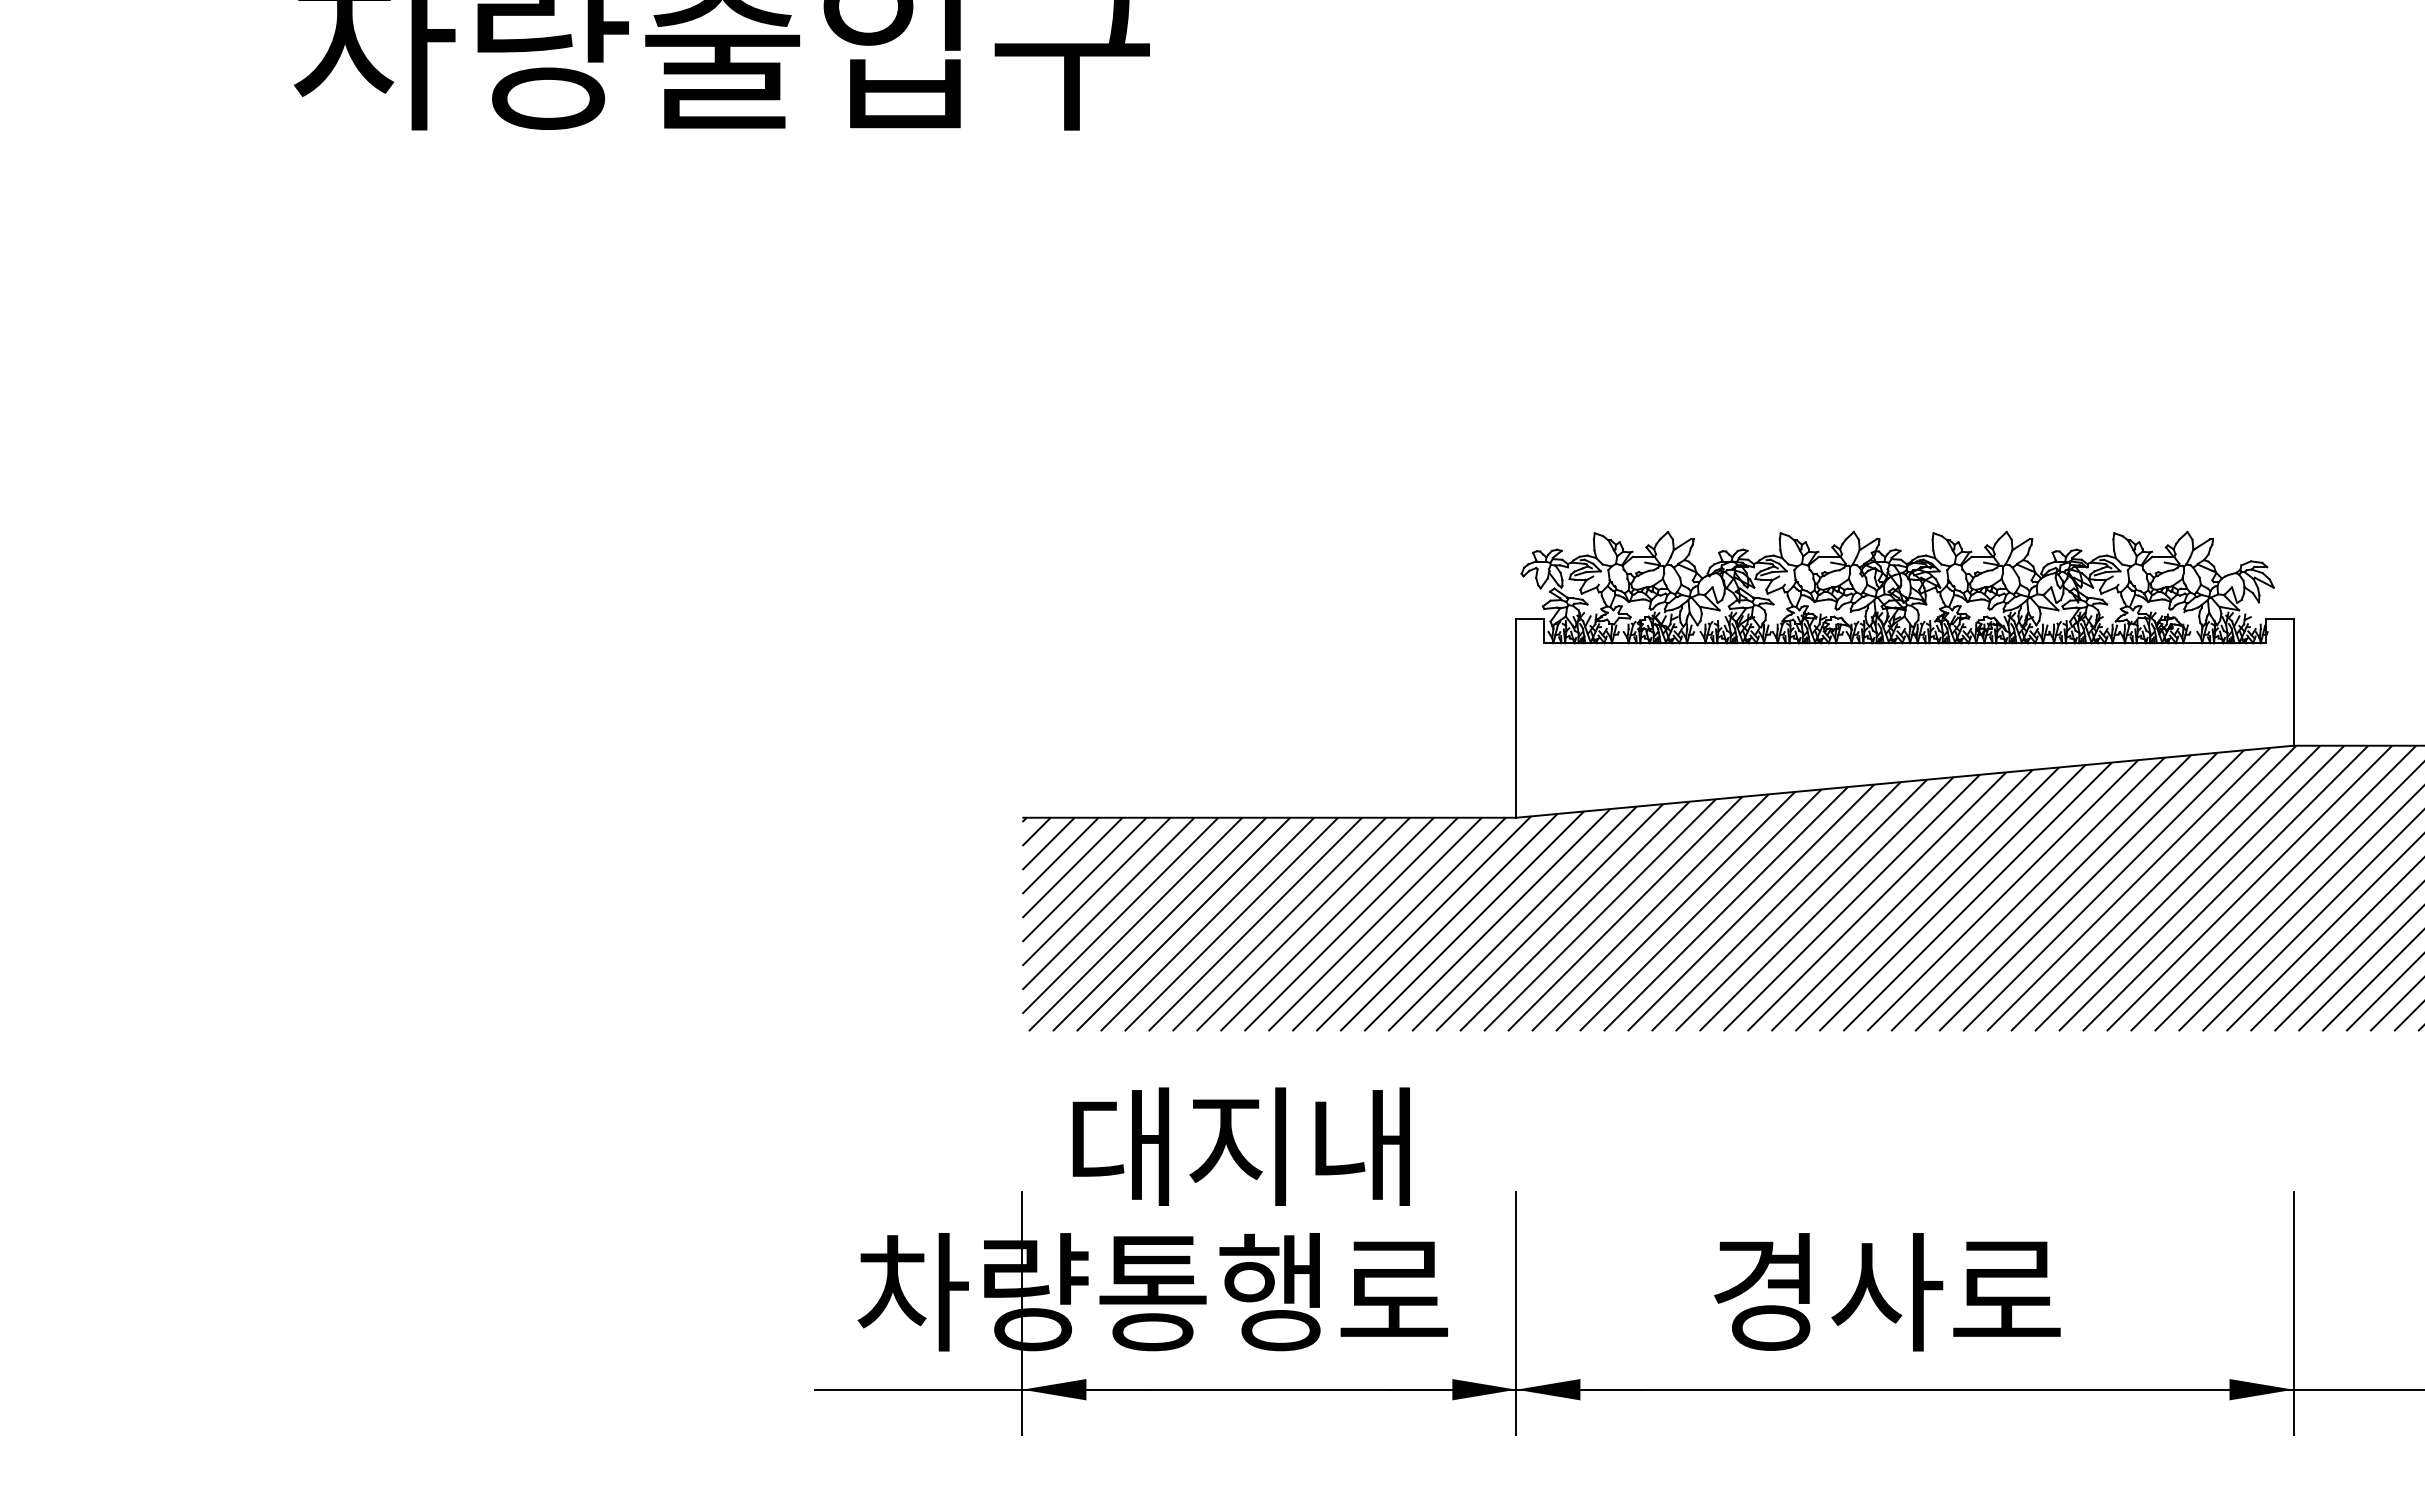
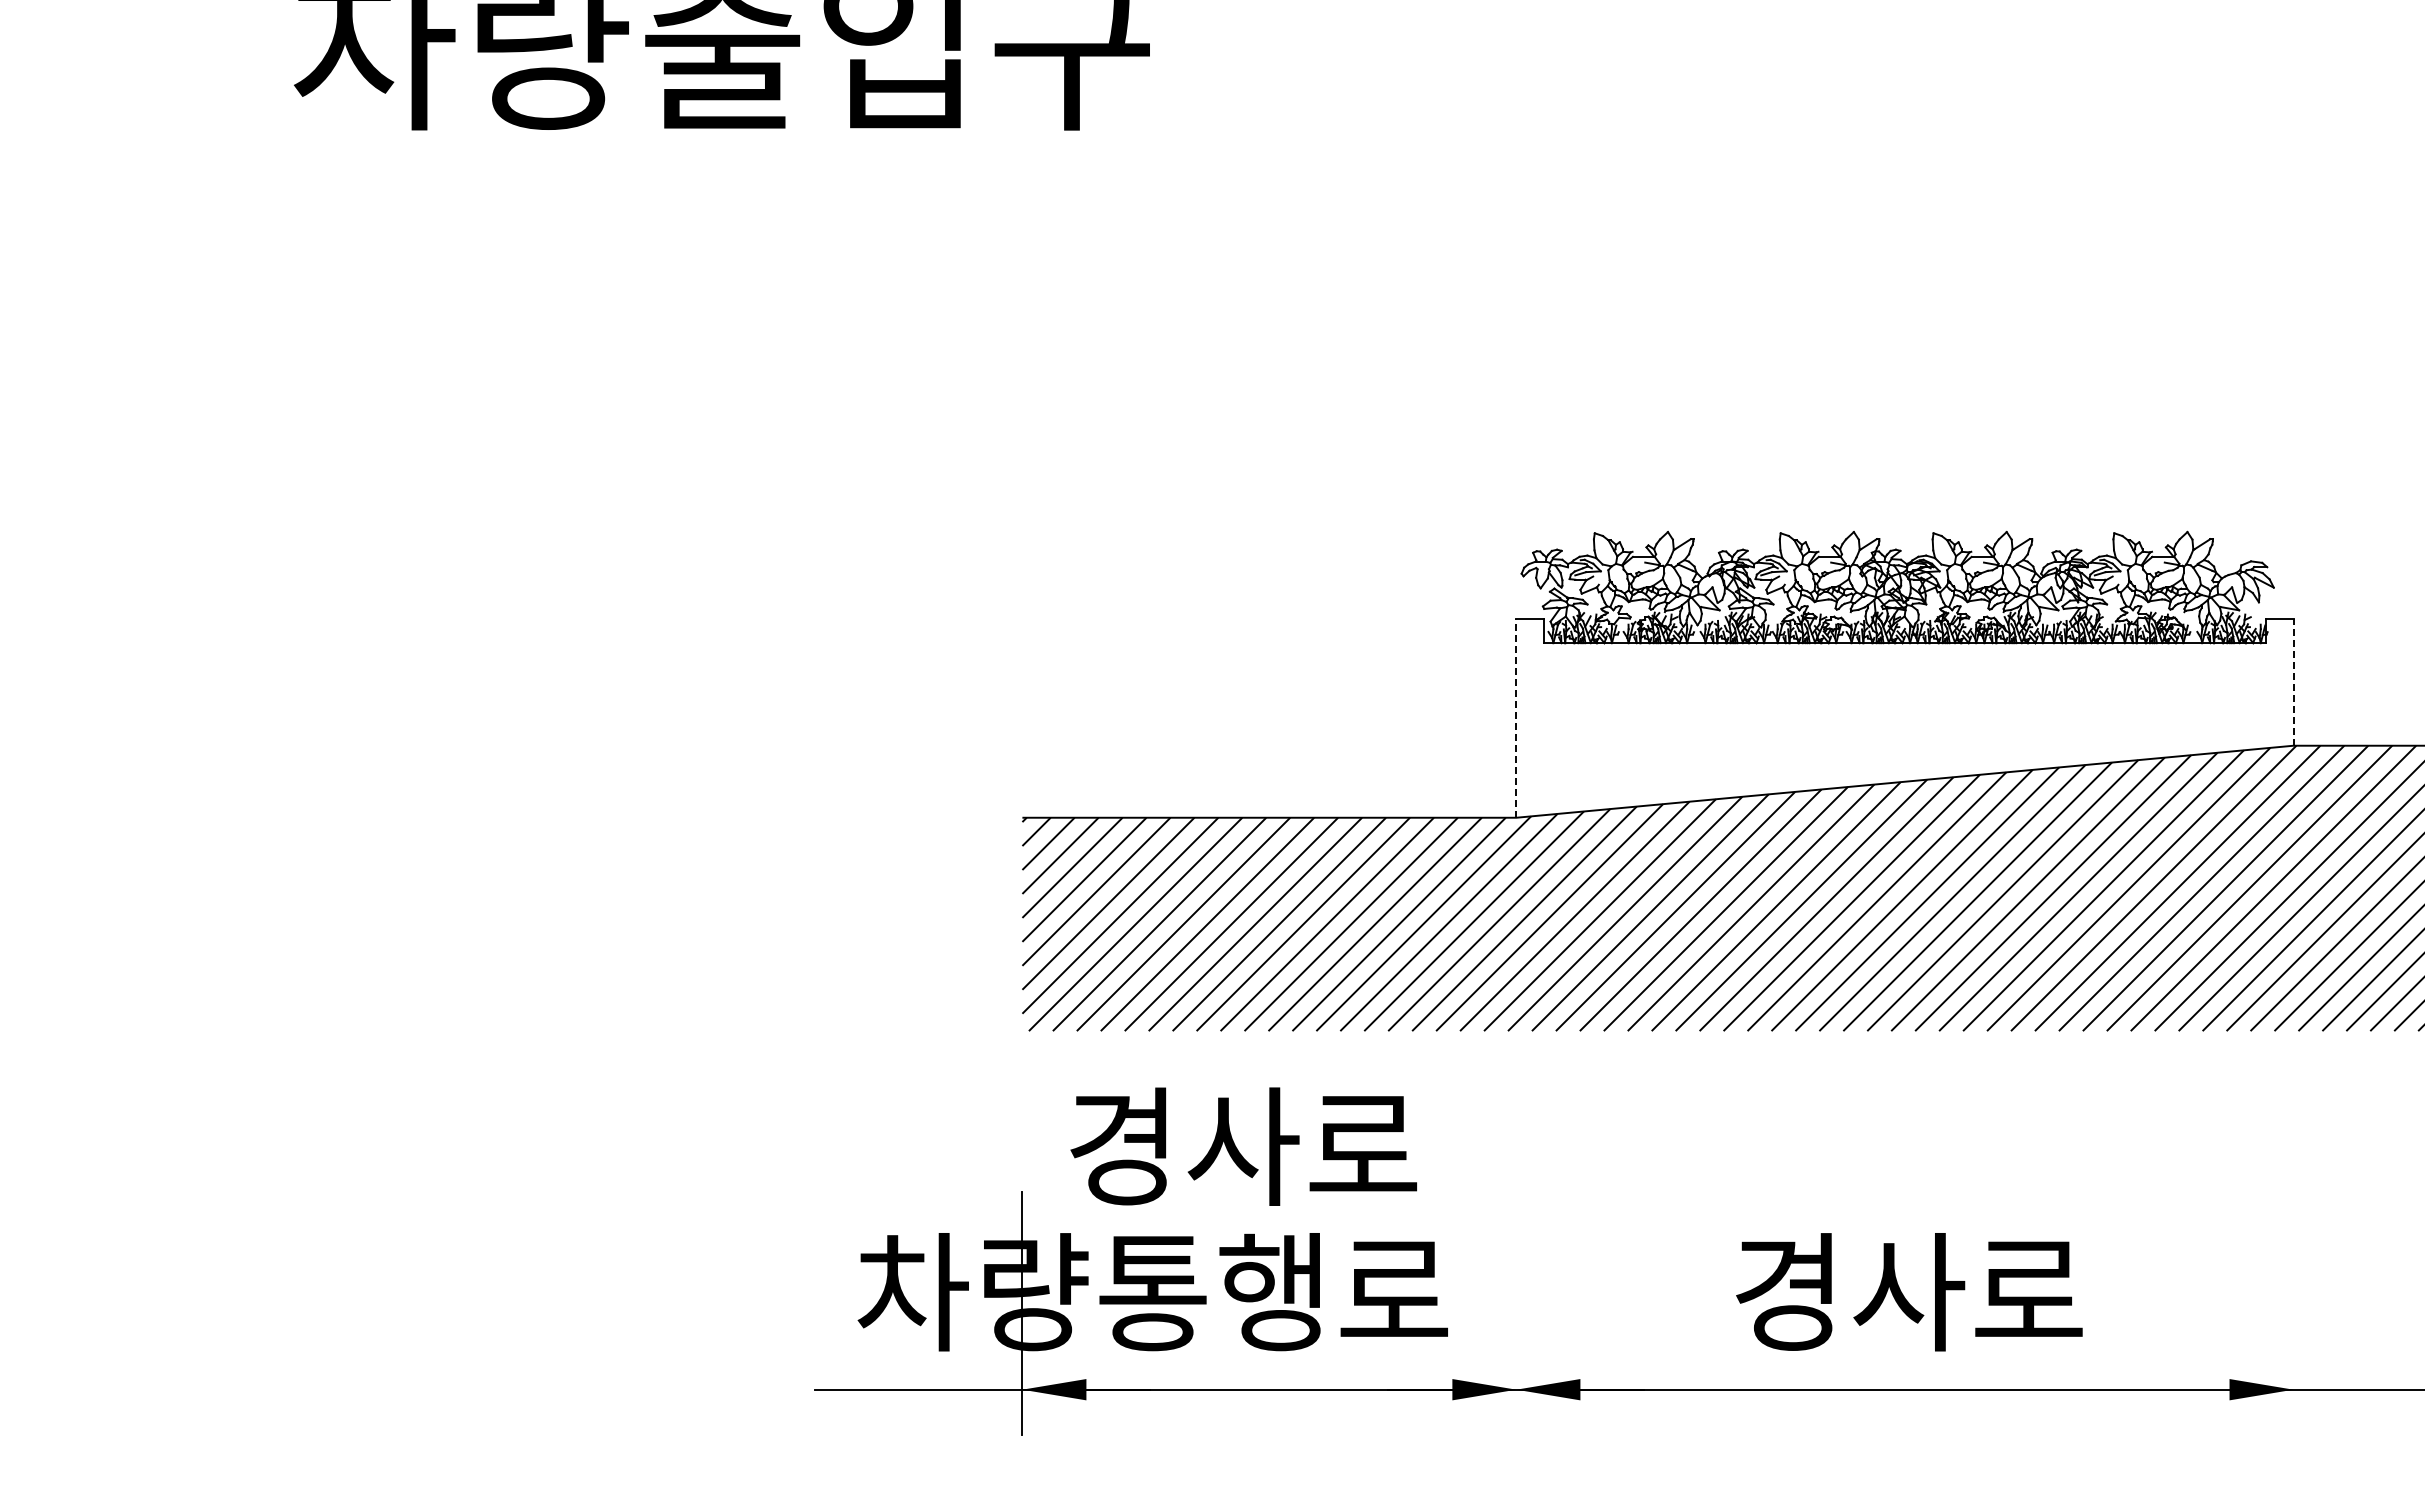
line at (2293, 682): solid -> dashed
line at (1516, 718): solid -> dashed
text at (1243, 1146): 대지내 -> 경사로
text at (1887, 1292) position: (1887, 1292) -> (1909, 1292)
line at (1516, 1313): present -> none
line at (2293, 1313): present -> none
